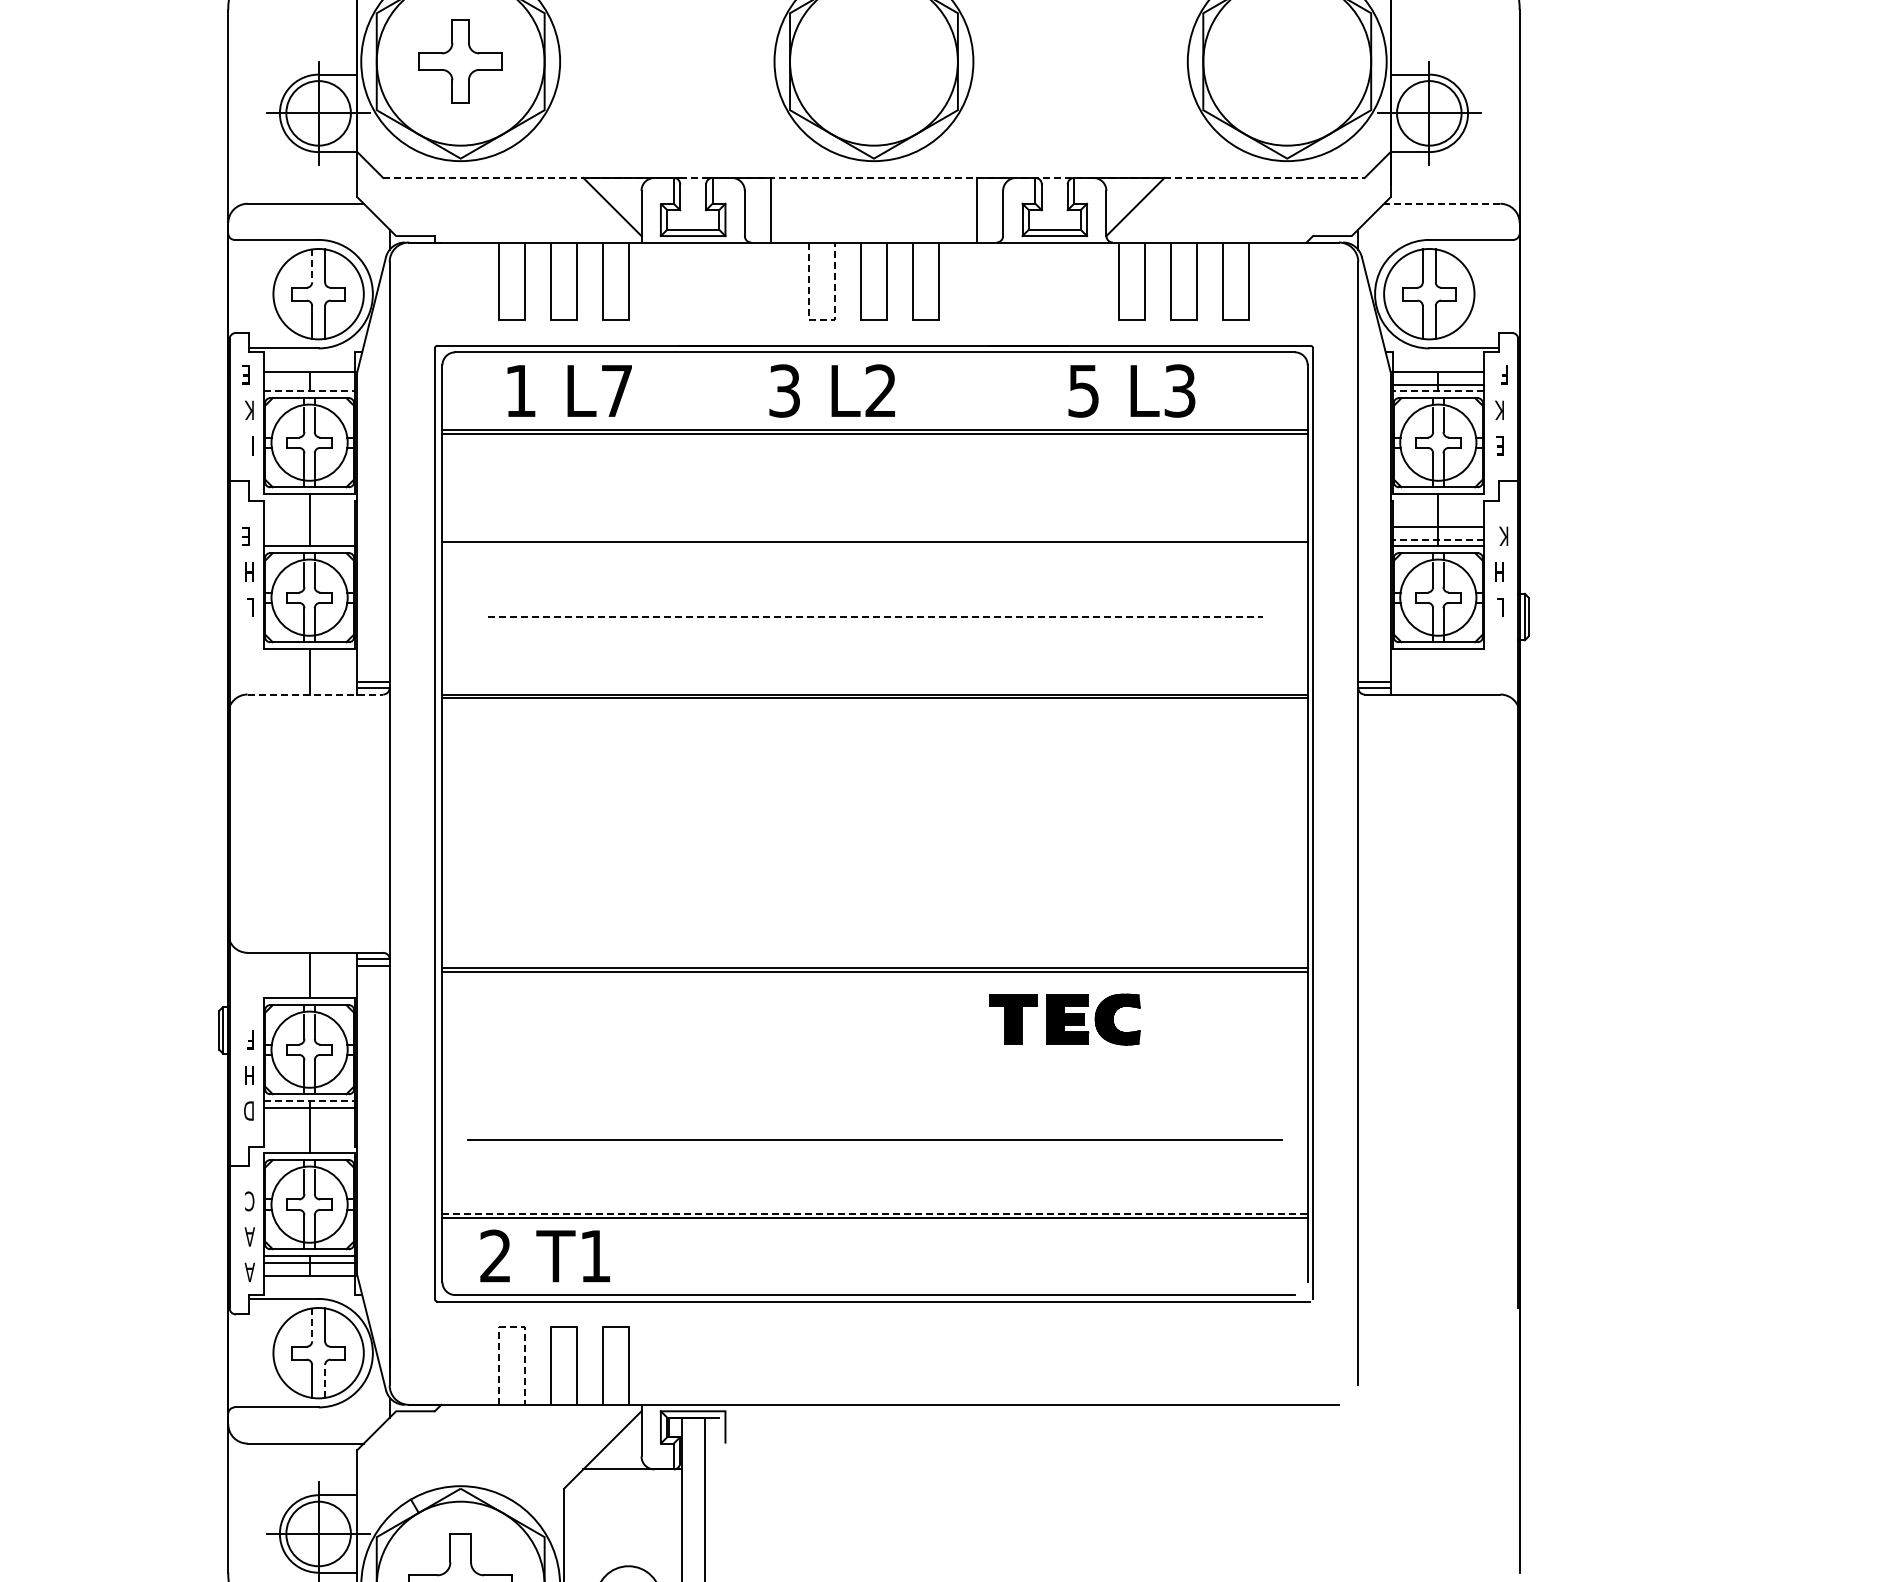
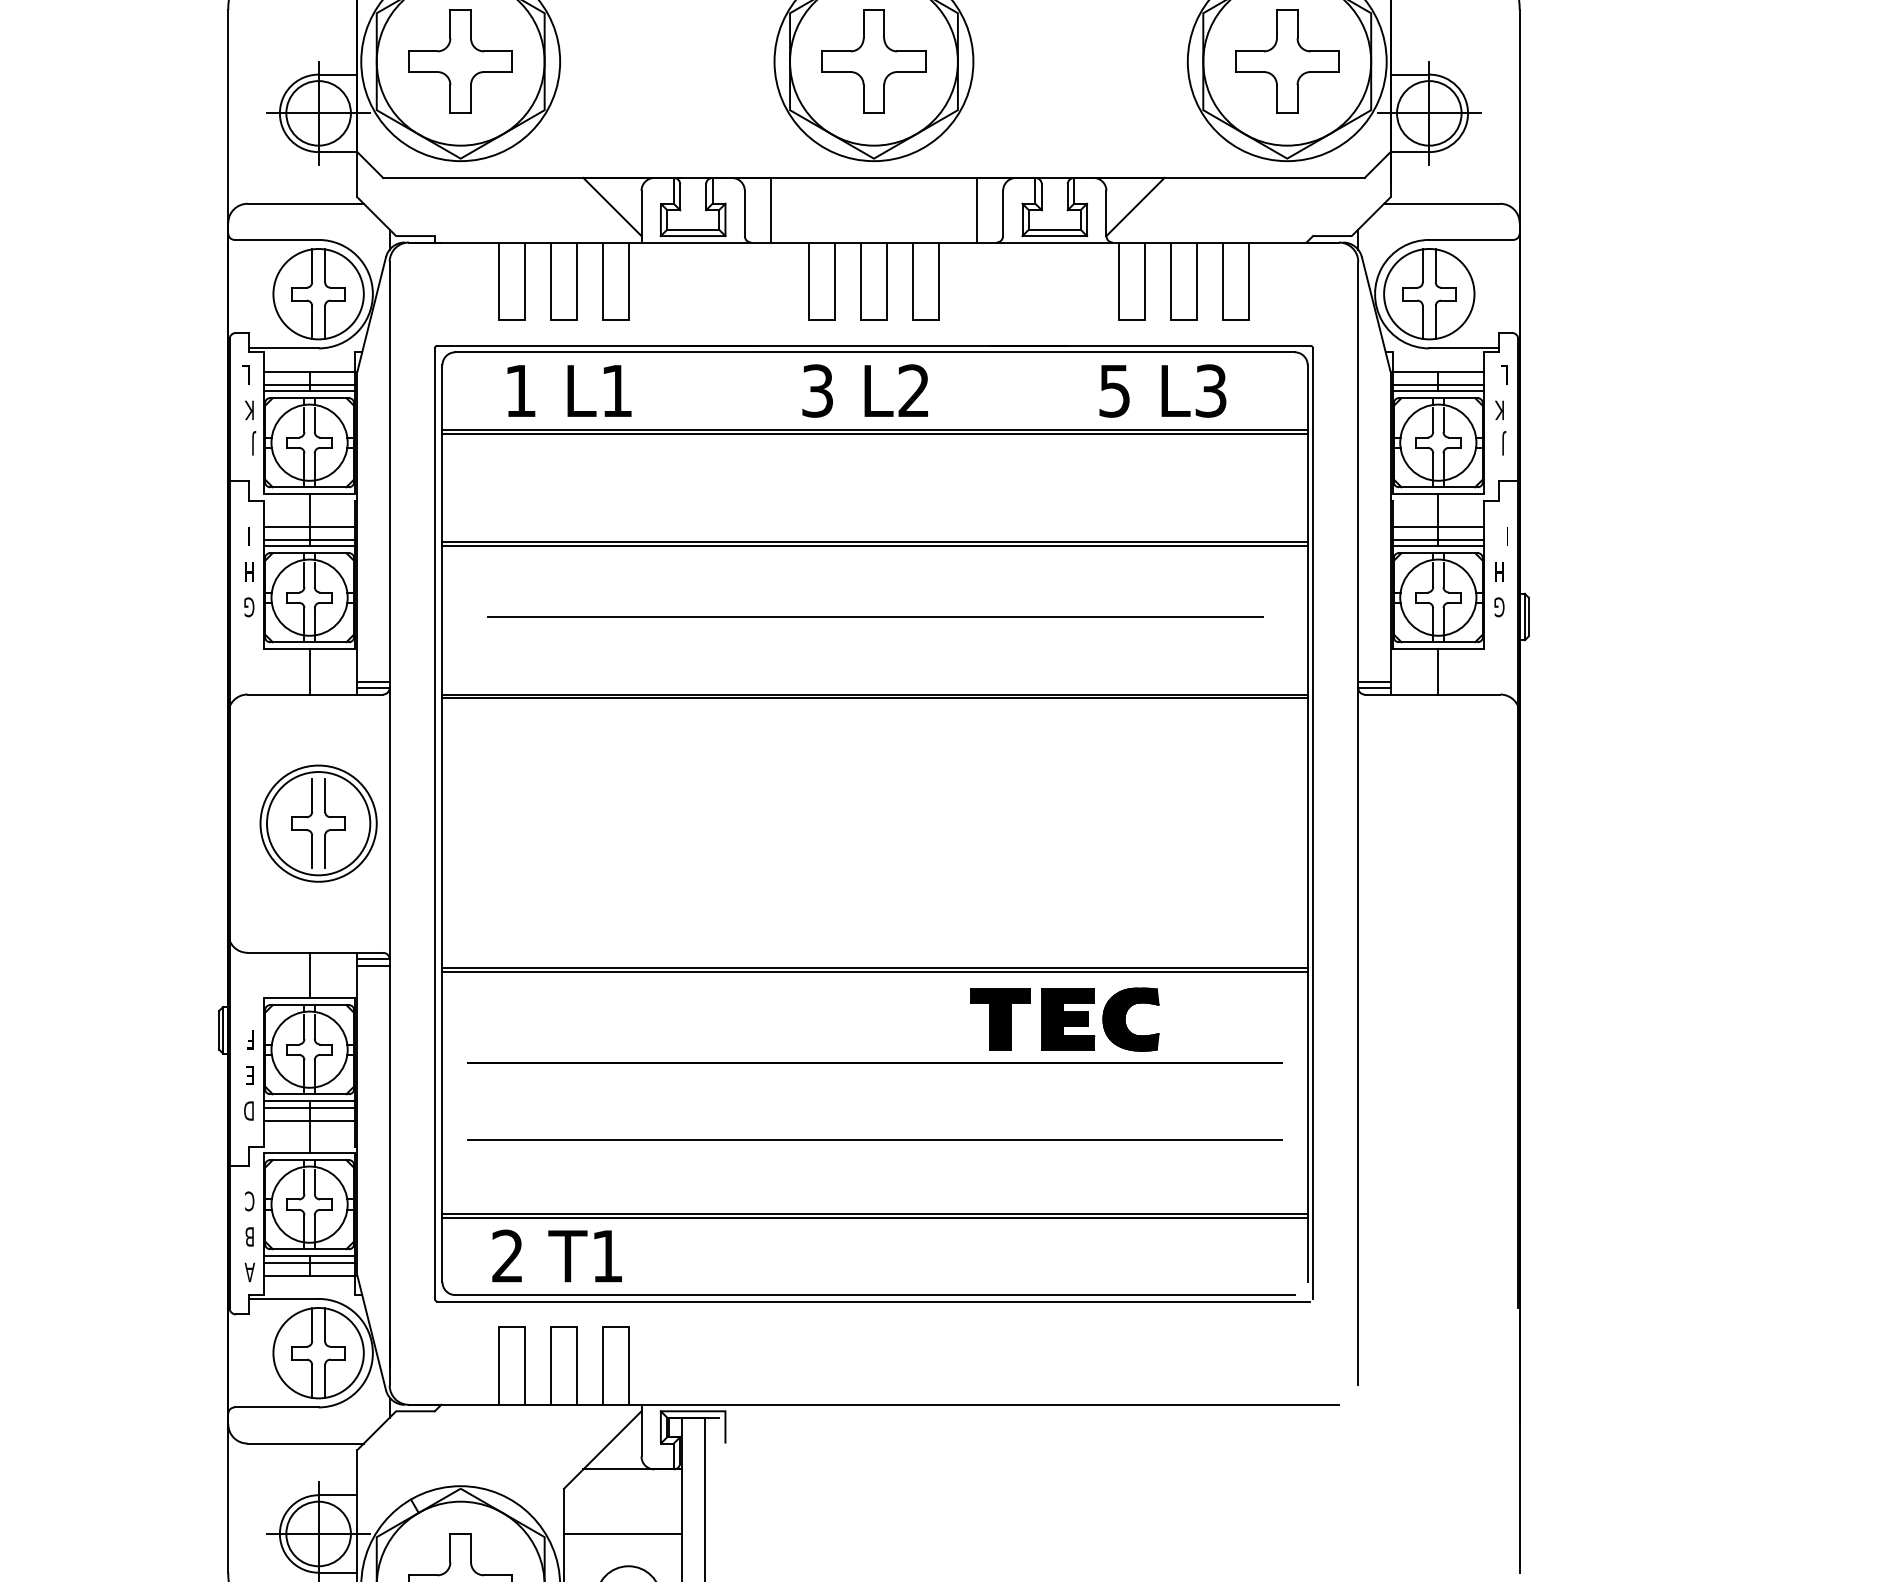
part at (460, 61) size: 85x85 px -> 105x105 px
part at (873, 61): none -> present
part at (1287, 61): none -> present
line at (873, 177): dashed -> solid
line at (1441, 203): dashed -> solid
line at (312, 266): dashed -> solid
line at (822, 320): dashed -> solid
text at (1503, 374): F -> L
text at (244, 379): E -> L
line at (309, 384): none -> present
text at (616, 390): L7 -> L1
text at (831, 390) position: (831, 390) -> (864, 390)
text at (1131, 390) position: (1131, 390) -> (1162, 390)
line at (310, 391): dashed -> solid
line at (1437, 391): dashed -> solid
text at (254, 443): I -> J
text at (1501, 443): E -> J
line at (309, 526): none -> present
text at (1503, 535): K -> I
text at (244, 536): E -> I
line at (309, 539): none -> present
line at (1437, 539): dashed -> solid
line at (874, 546): none -> present
text at (249, 607): L -> G
text at (1499, 607): L -> G
line at (875, 617): dashed -> solid
line at (1438, 671): none -> present
line at (315, 694): dashed -> solid
part at (318, 823): none -> present
part at (1064, 1019) size: 152x53 px -> 190x65 px
line at (874, 1062): none -> present
text at (248, 1075): H -> E
line at (310, 1101): dashed -> solid
line at (309, 1120): none -> present
line at (875, 1213): dashed -> solid
text at (249, 1236): A -> B
text at (544, 1255) position: (544, 1255) -> (556, 1255)
line at (312, 1325): dashed -> solid
line at (512, 1327): dashed -> solid
line at (325, 1380): dashed -> solid
line at (622, 1533): none -> present
